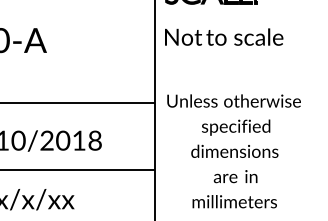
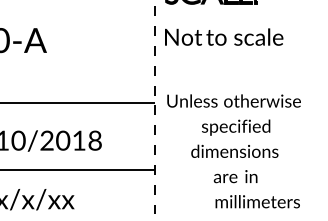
line at (154, 110): solid -> dashed
text at (234, 201) position: (234, 201) -> (257, 201)
